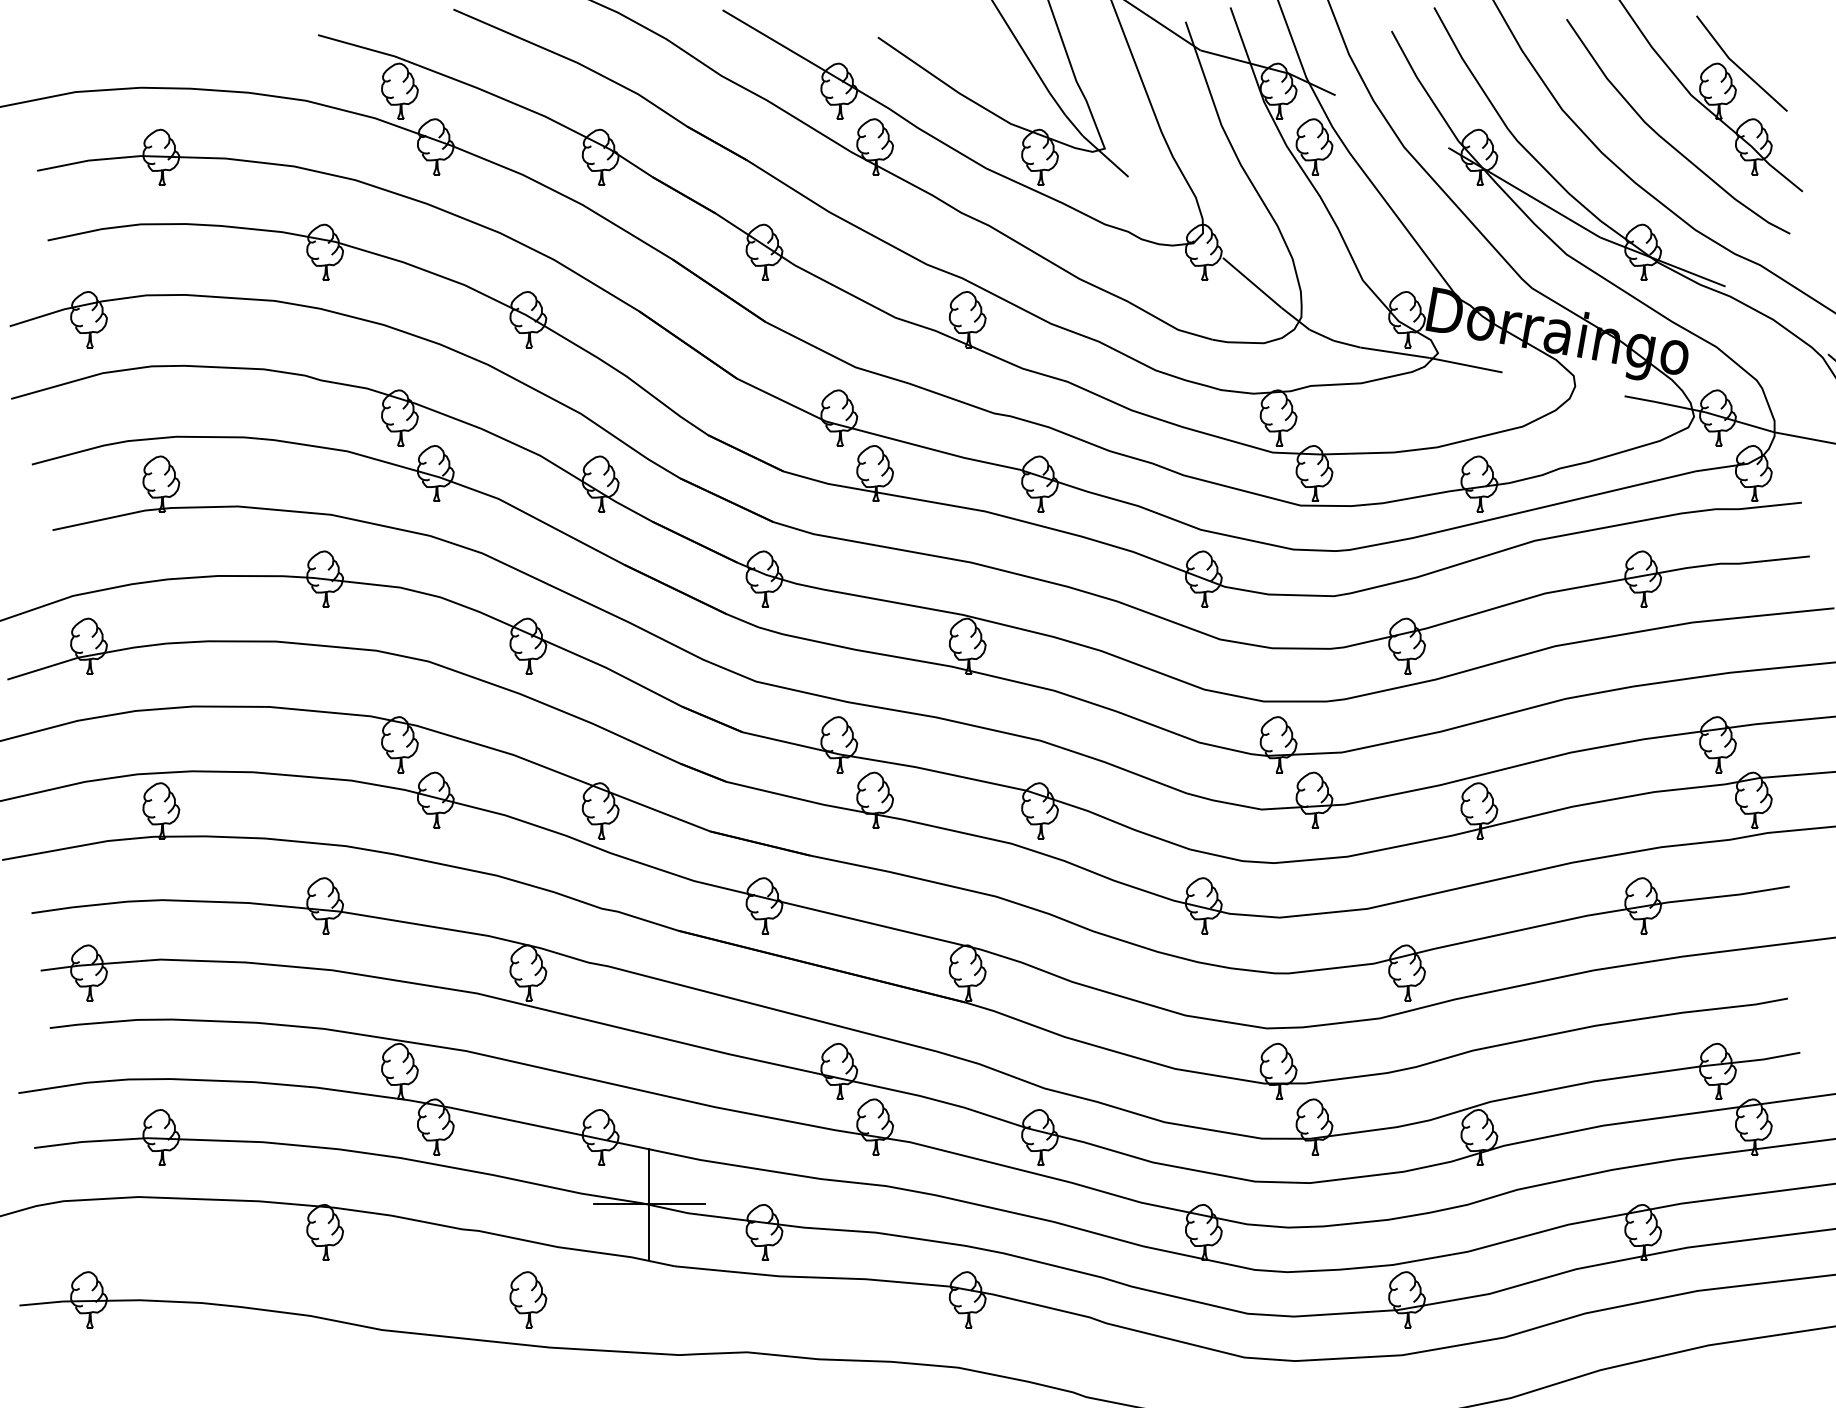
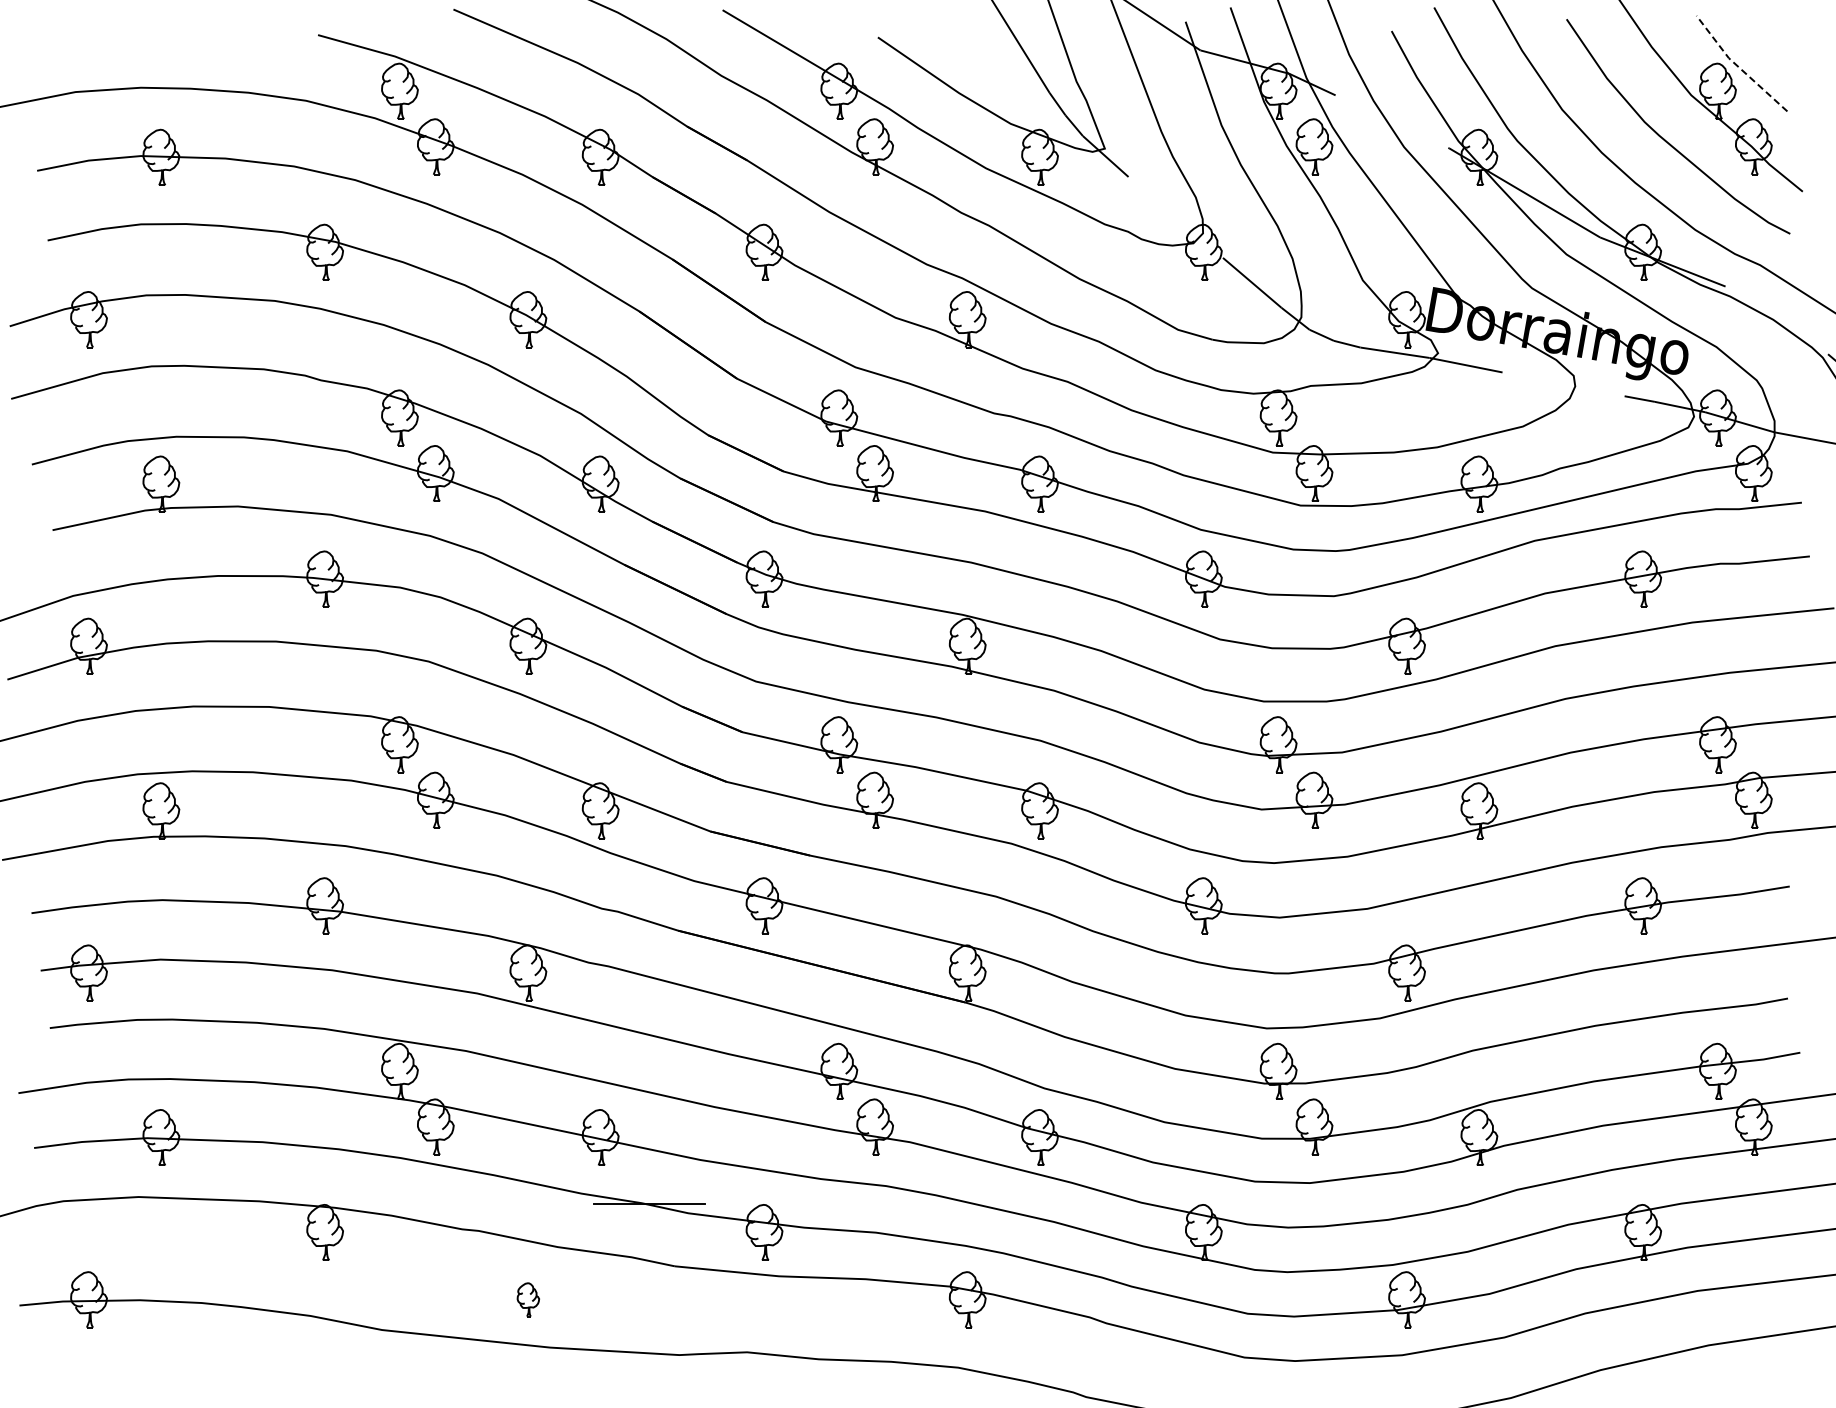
line at (1737, 66): solid -> dashed
line at (649, 1203): present -> none
part at (528, 1299) size: 39x58 px -> 24x36 px
